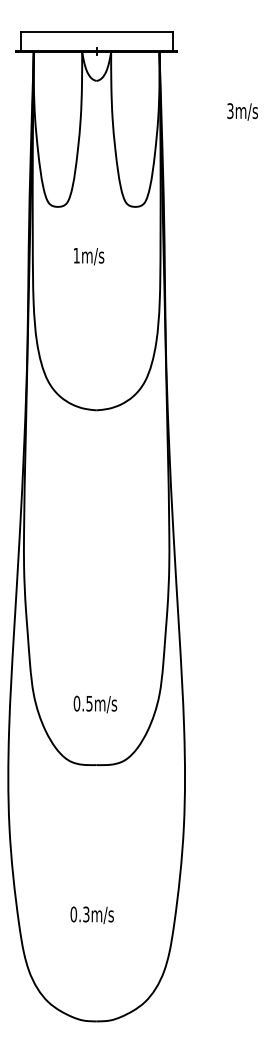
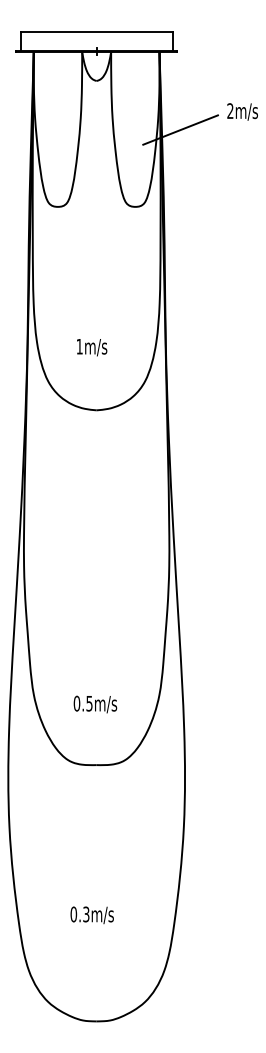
text at (230, 111): 3m/s -> 2m/s
line at (180, 129): none -> present
text at (89, 256) position: (89, 256) -> (92, 347)
